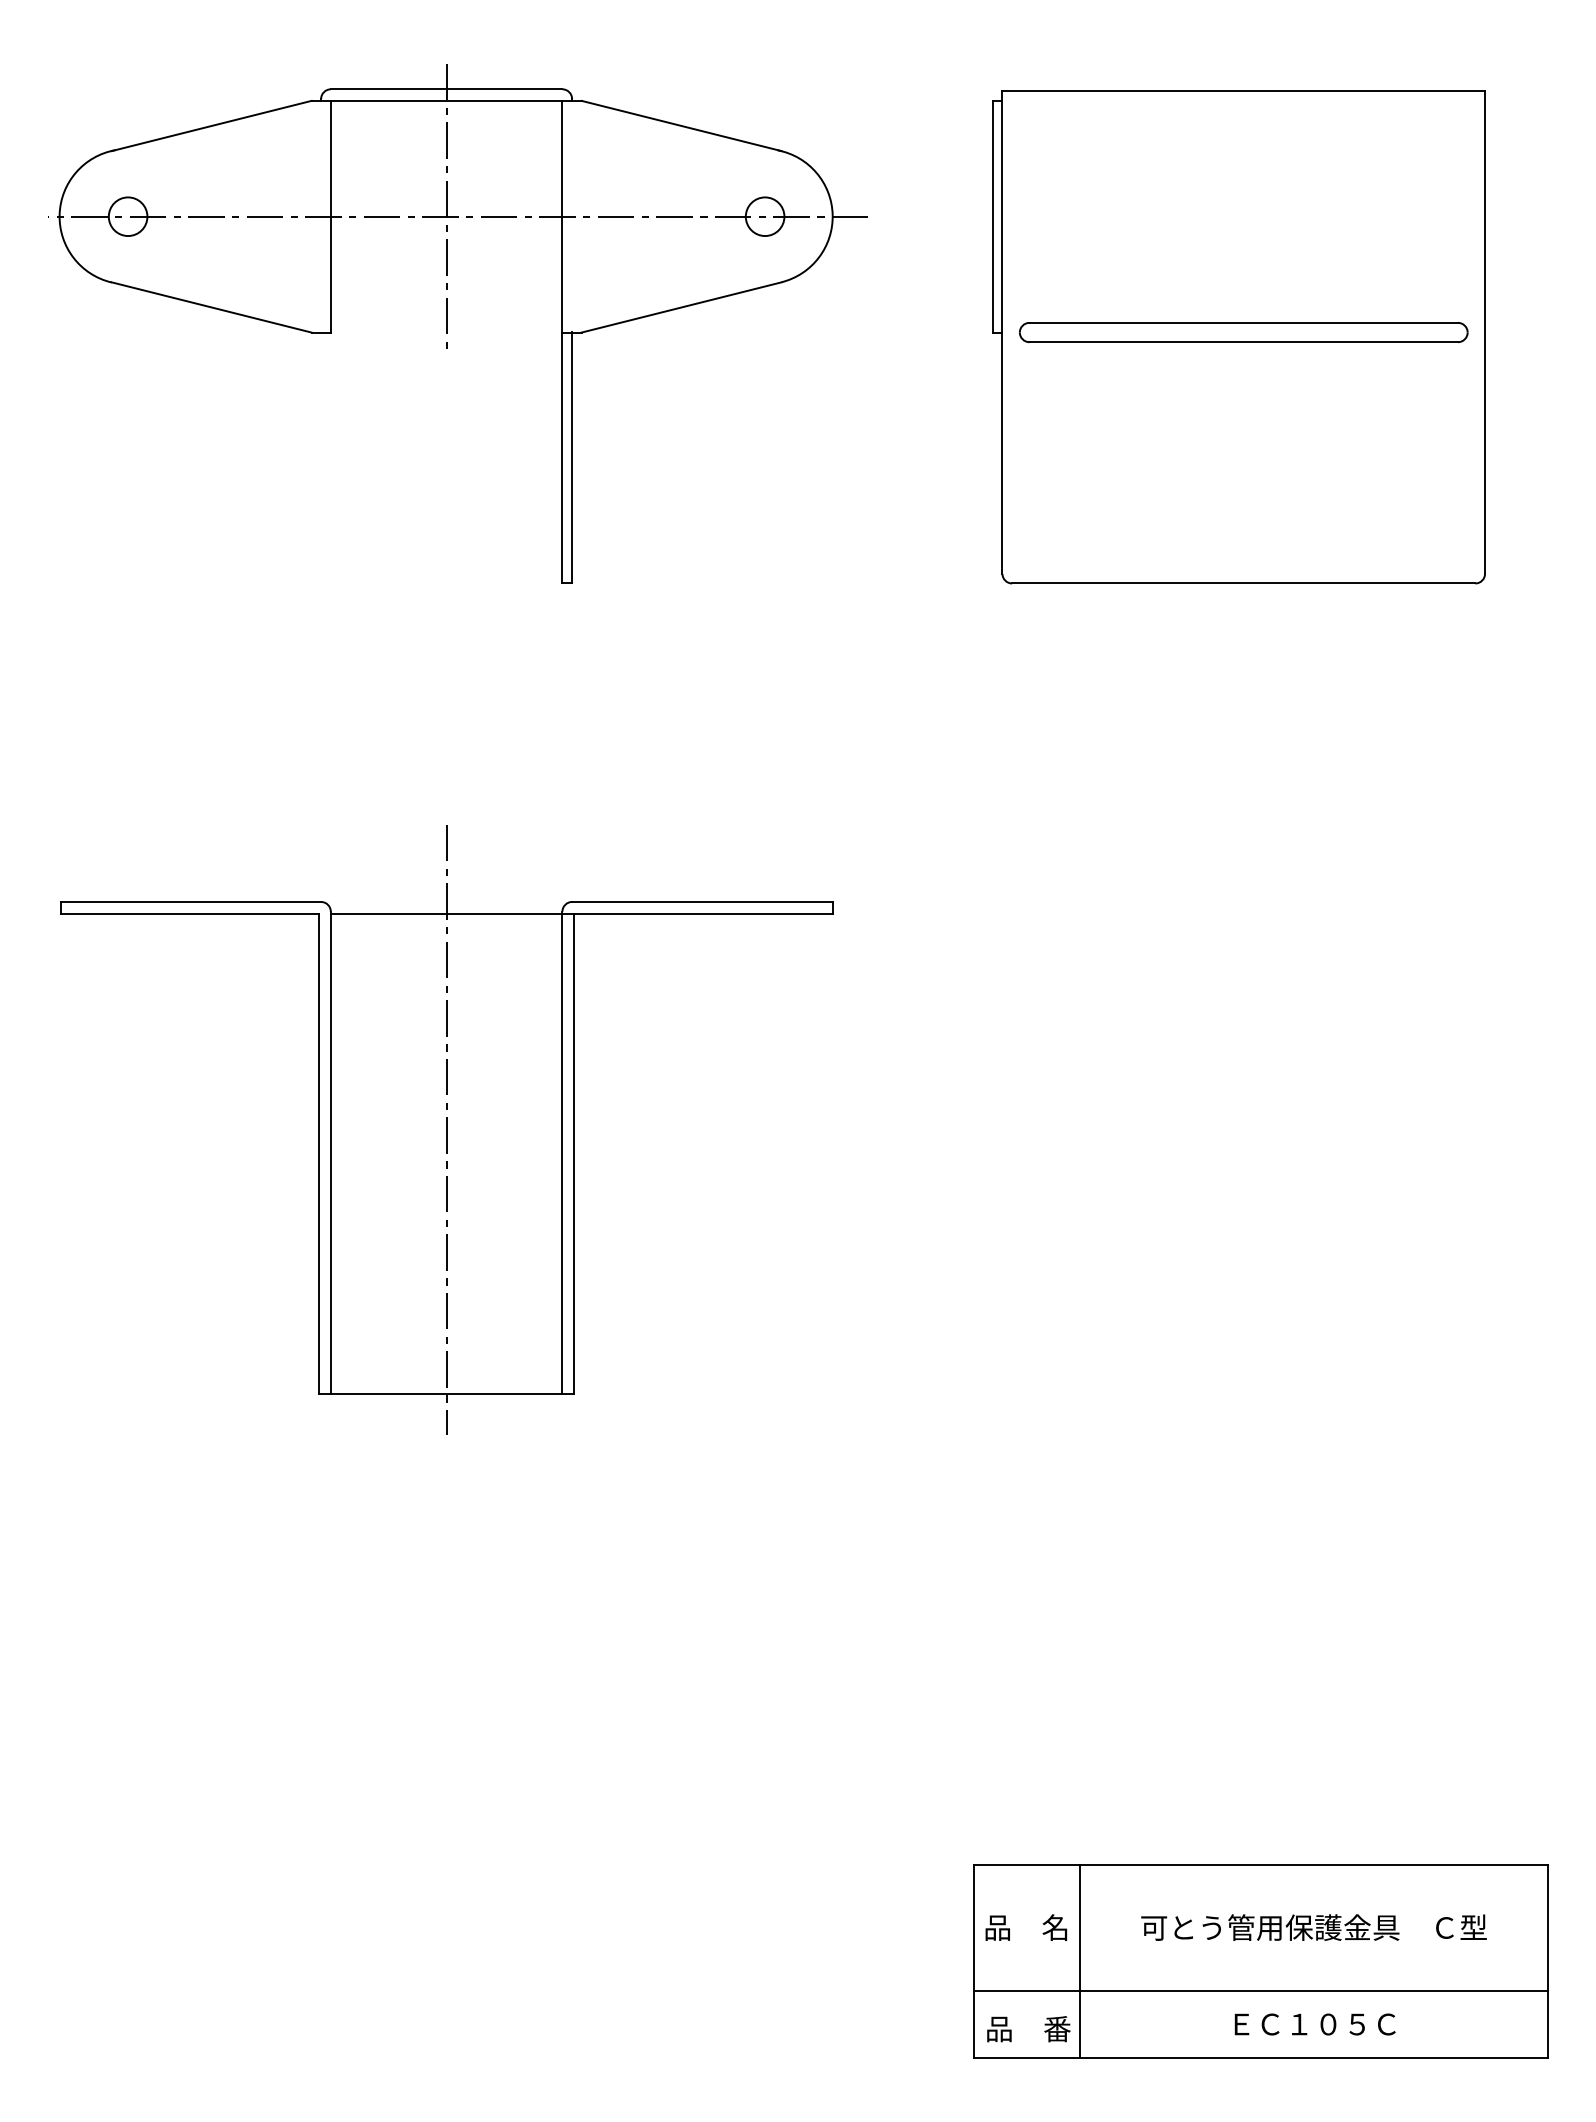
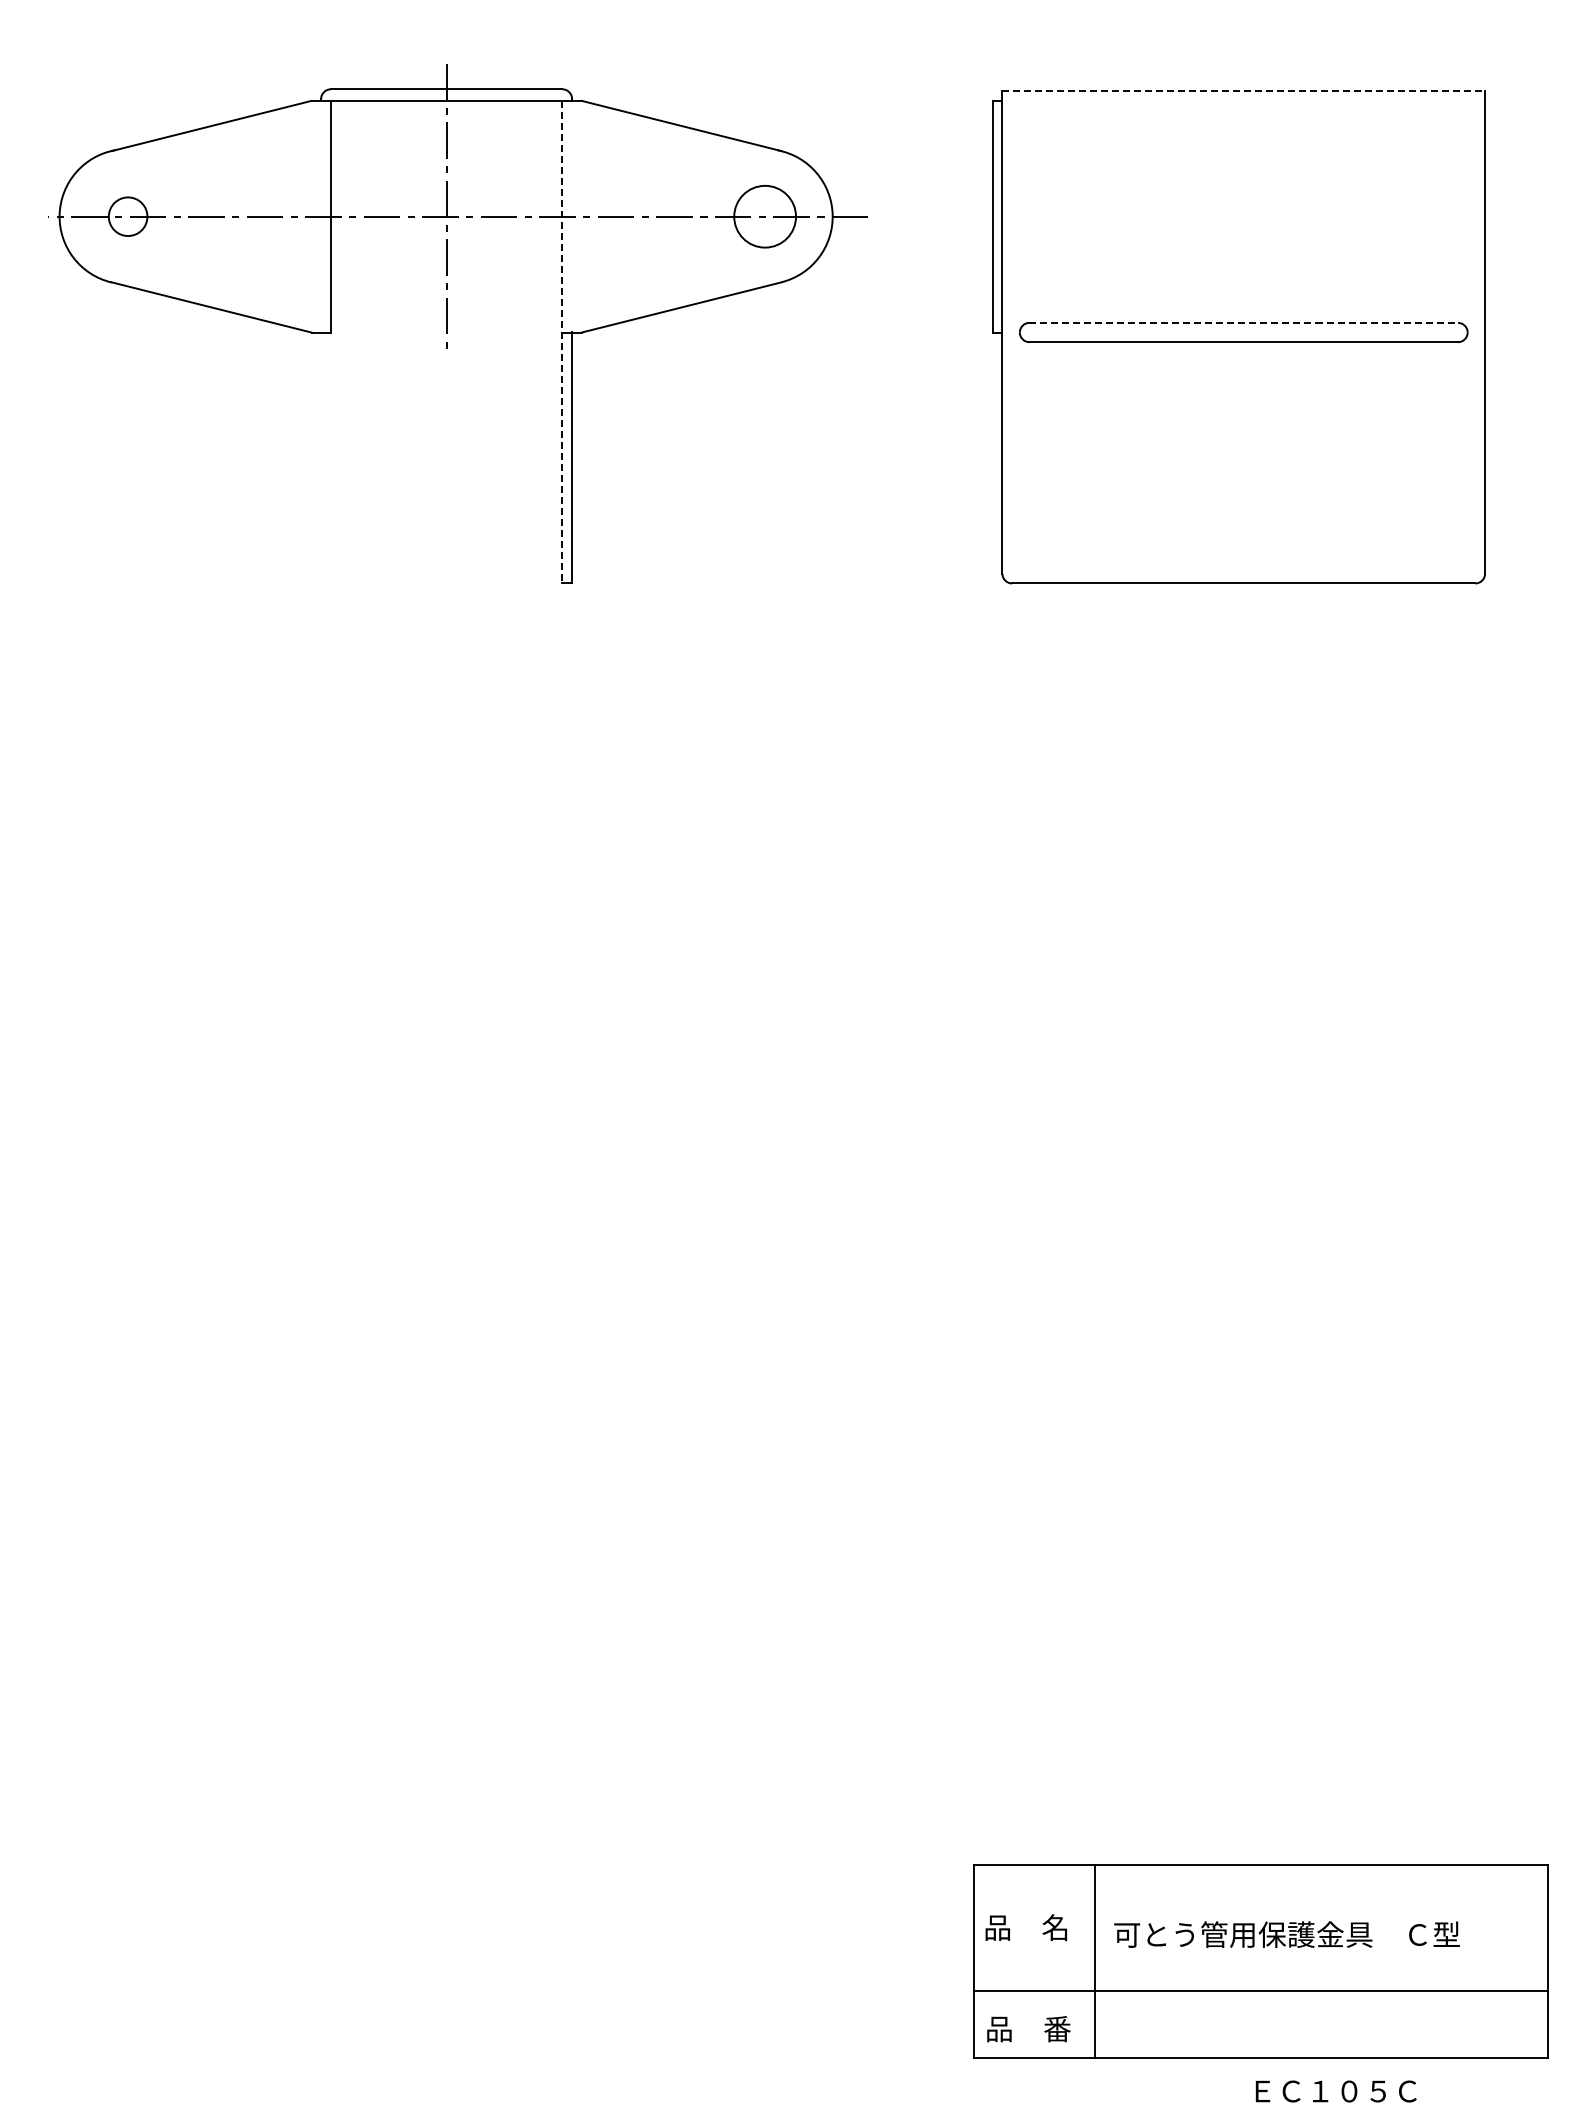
line at (1244, 91): solid -> dashed
circle at (764, 216) diameter: 39 px -> 62 px
line at (1244, 322): solid -> dashed
line at (562, 342): solid -> dashed
part at (446, 1129): present -> none
text at (1313, 1927) position: (1313, 1927) -> (1286, 1934)
line at (1079, 1961) position: (1079, 1961) -> (1094, 1961)
text at (1314, 2024) position: (1314, 2024) -> (1335, 2091)
